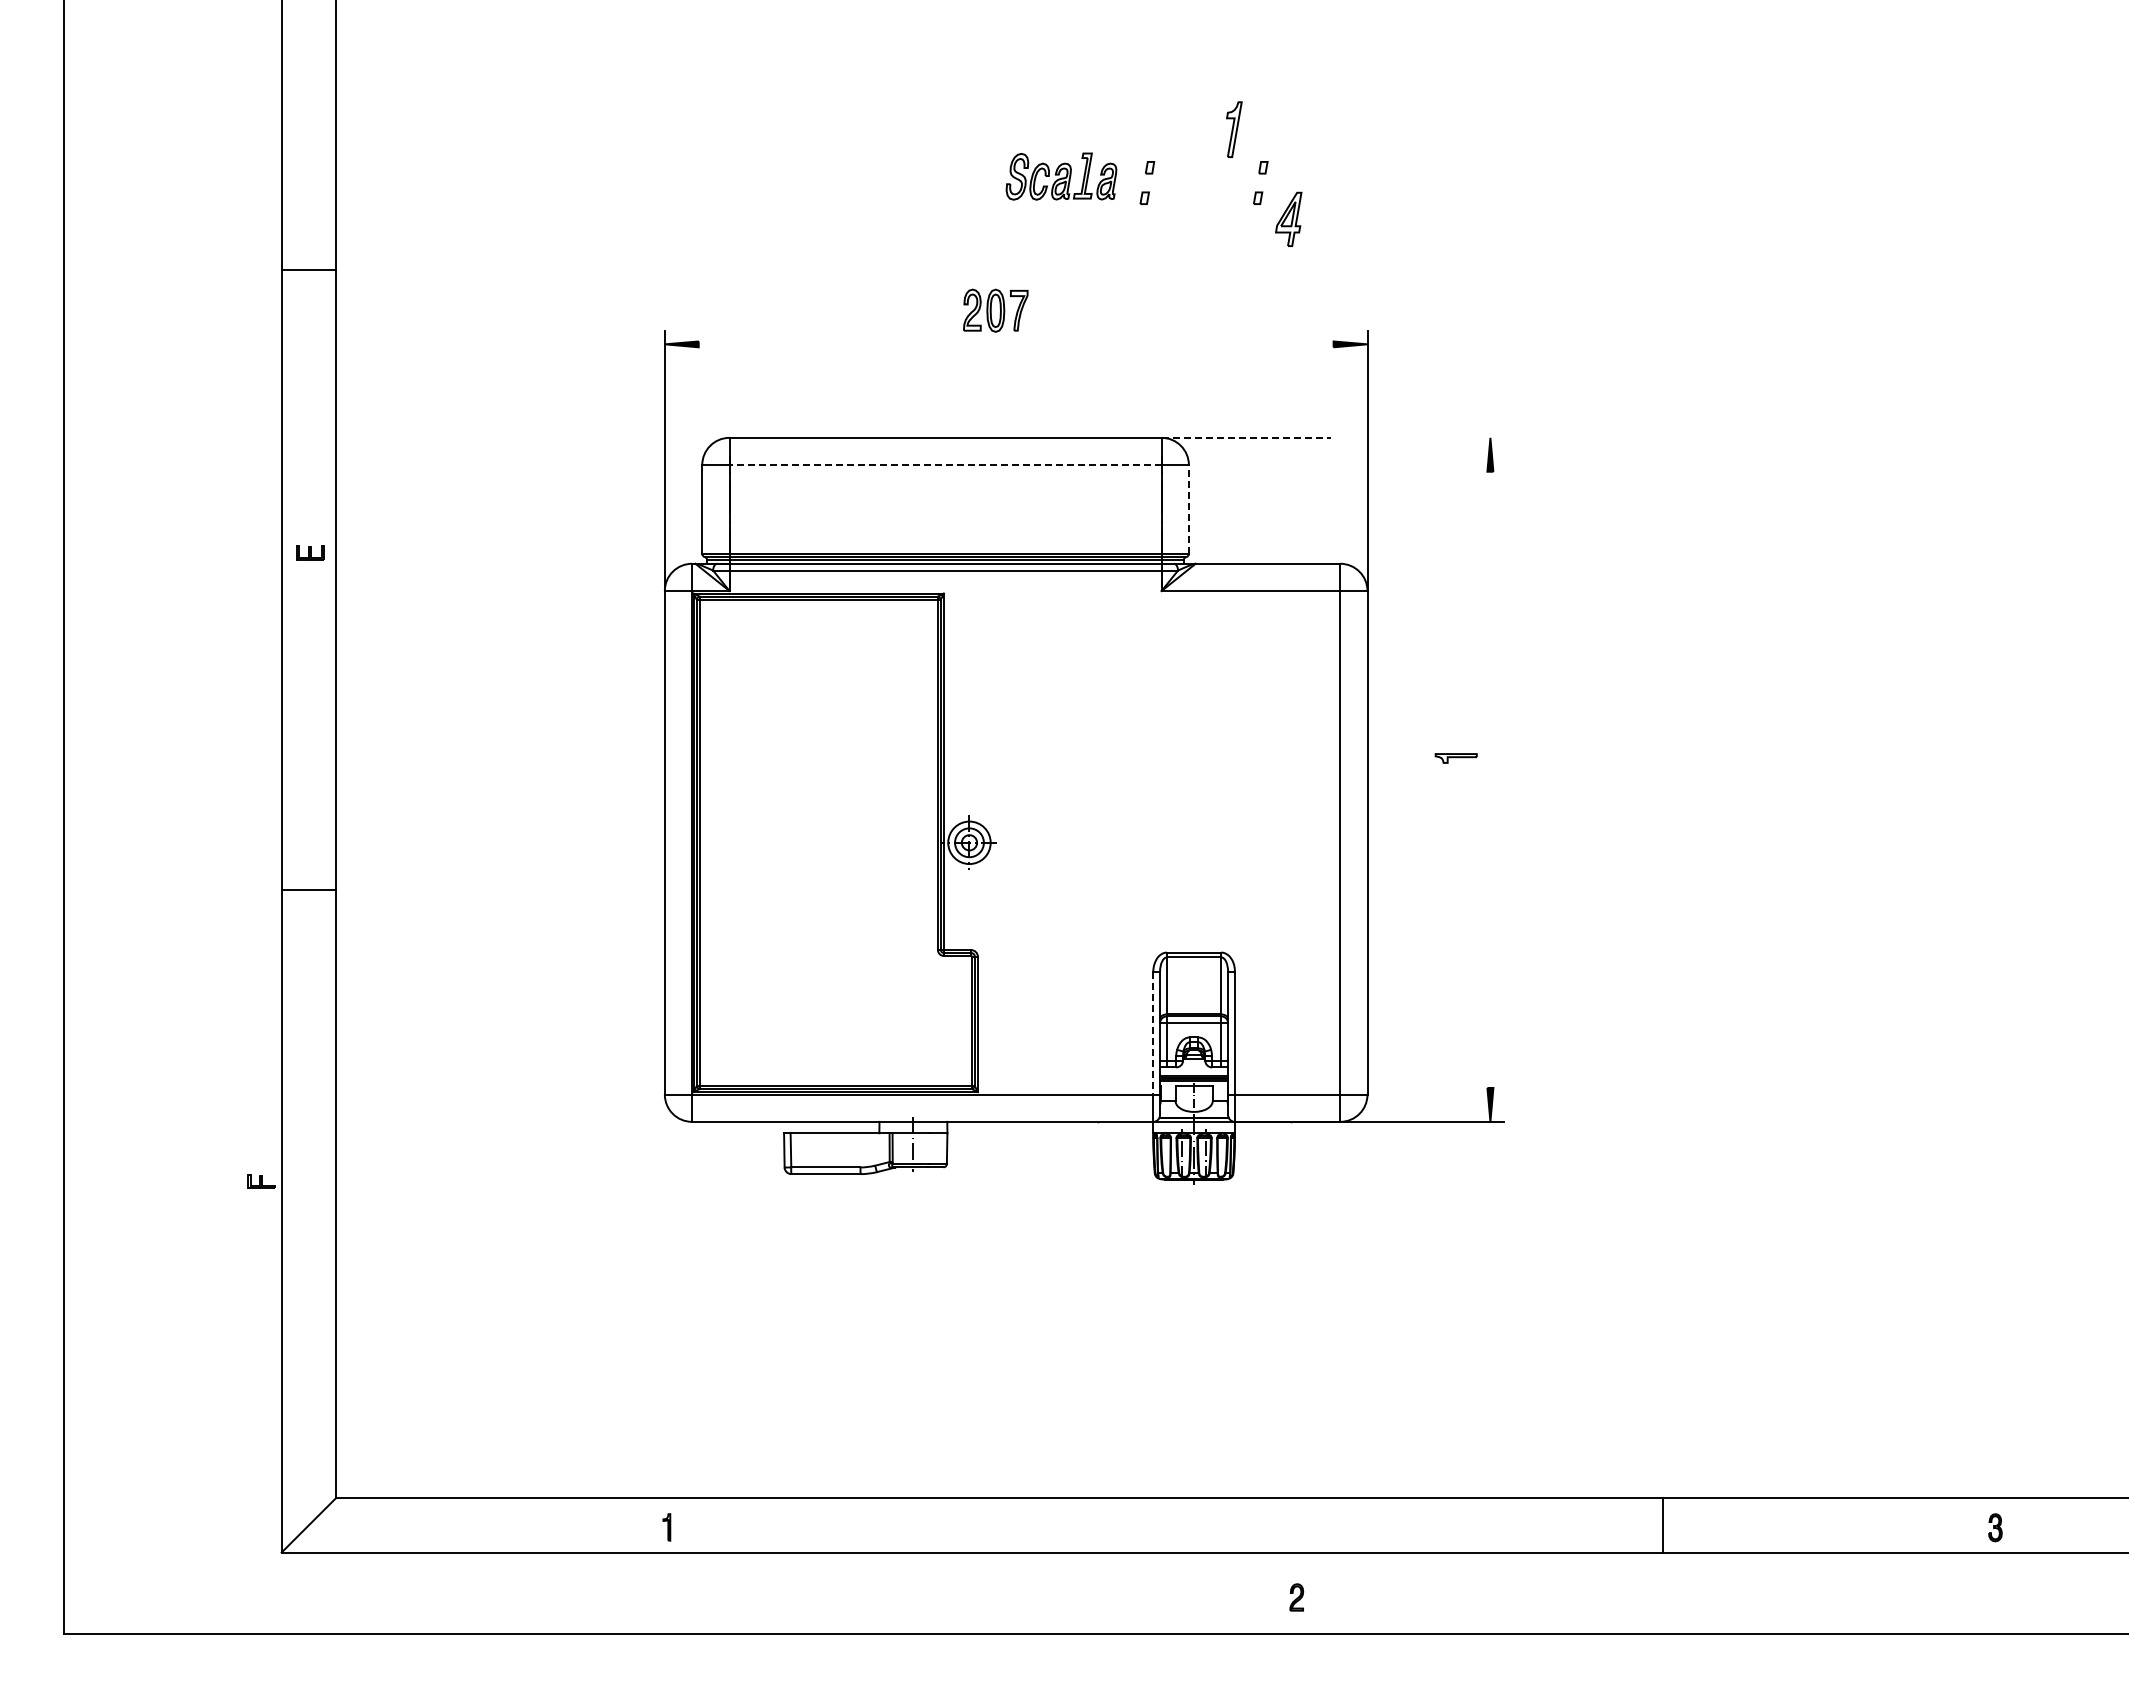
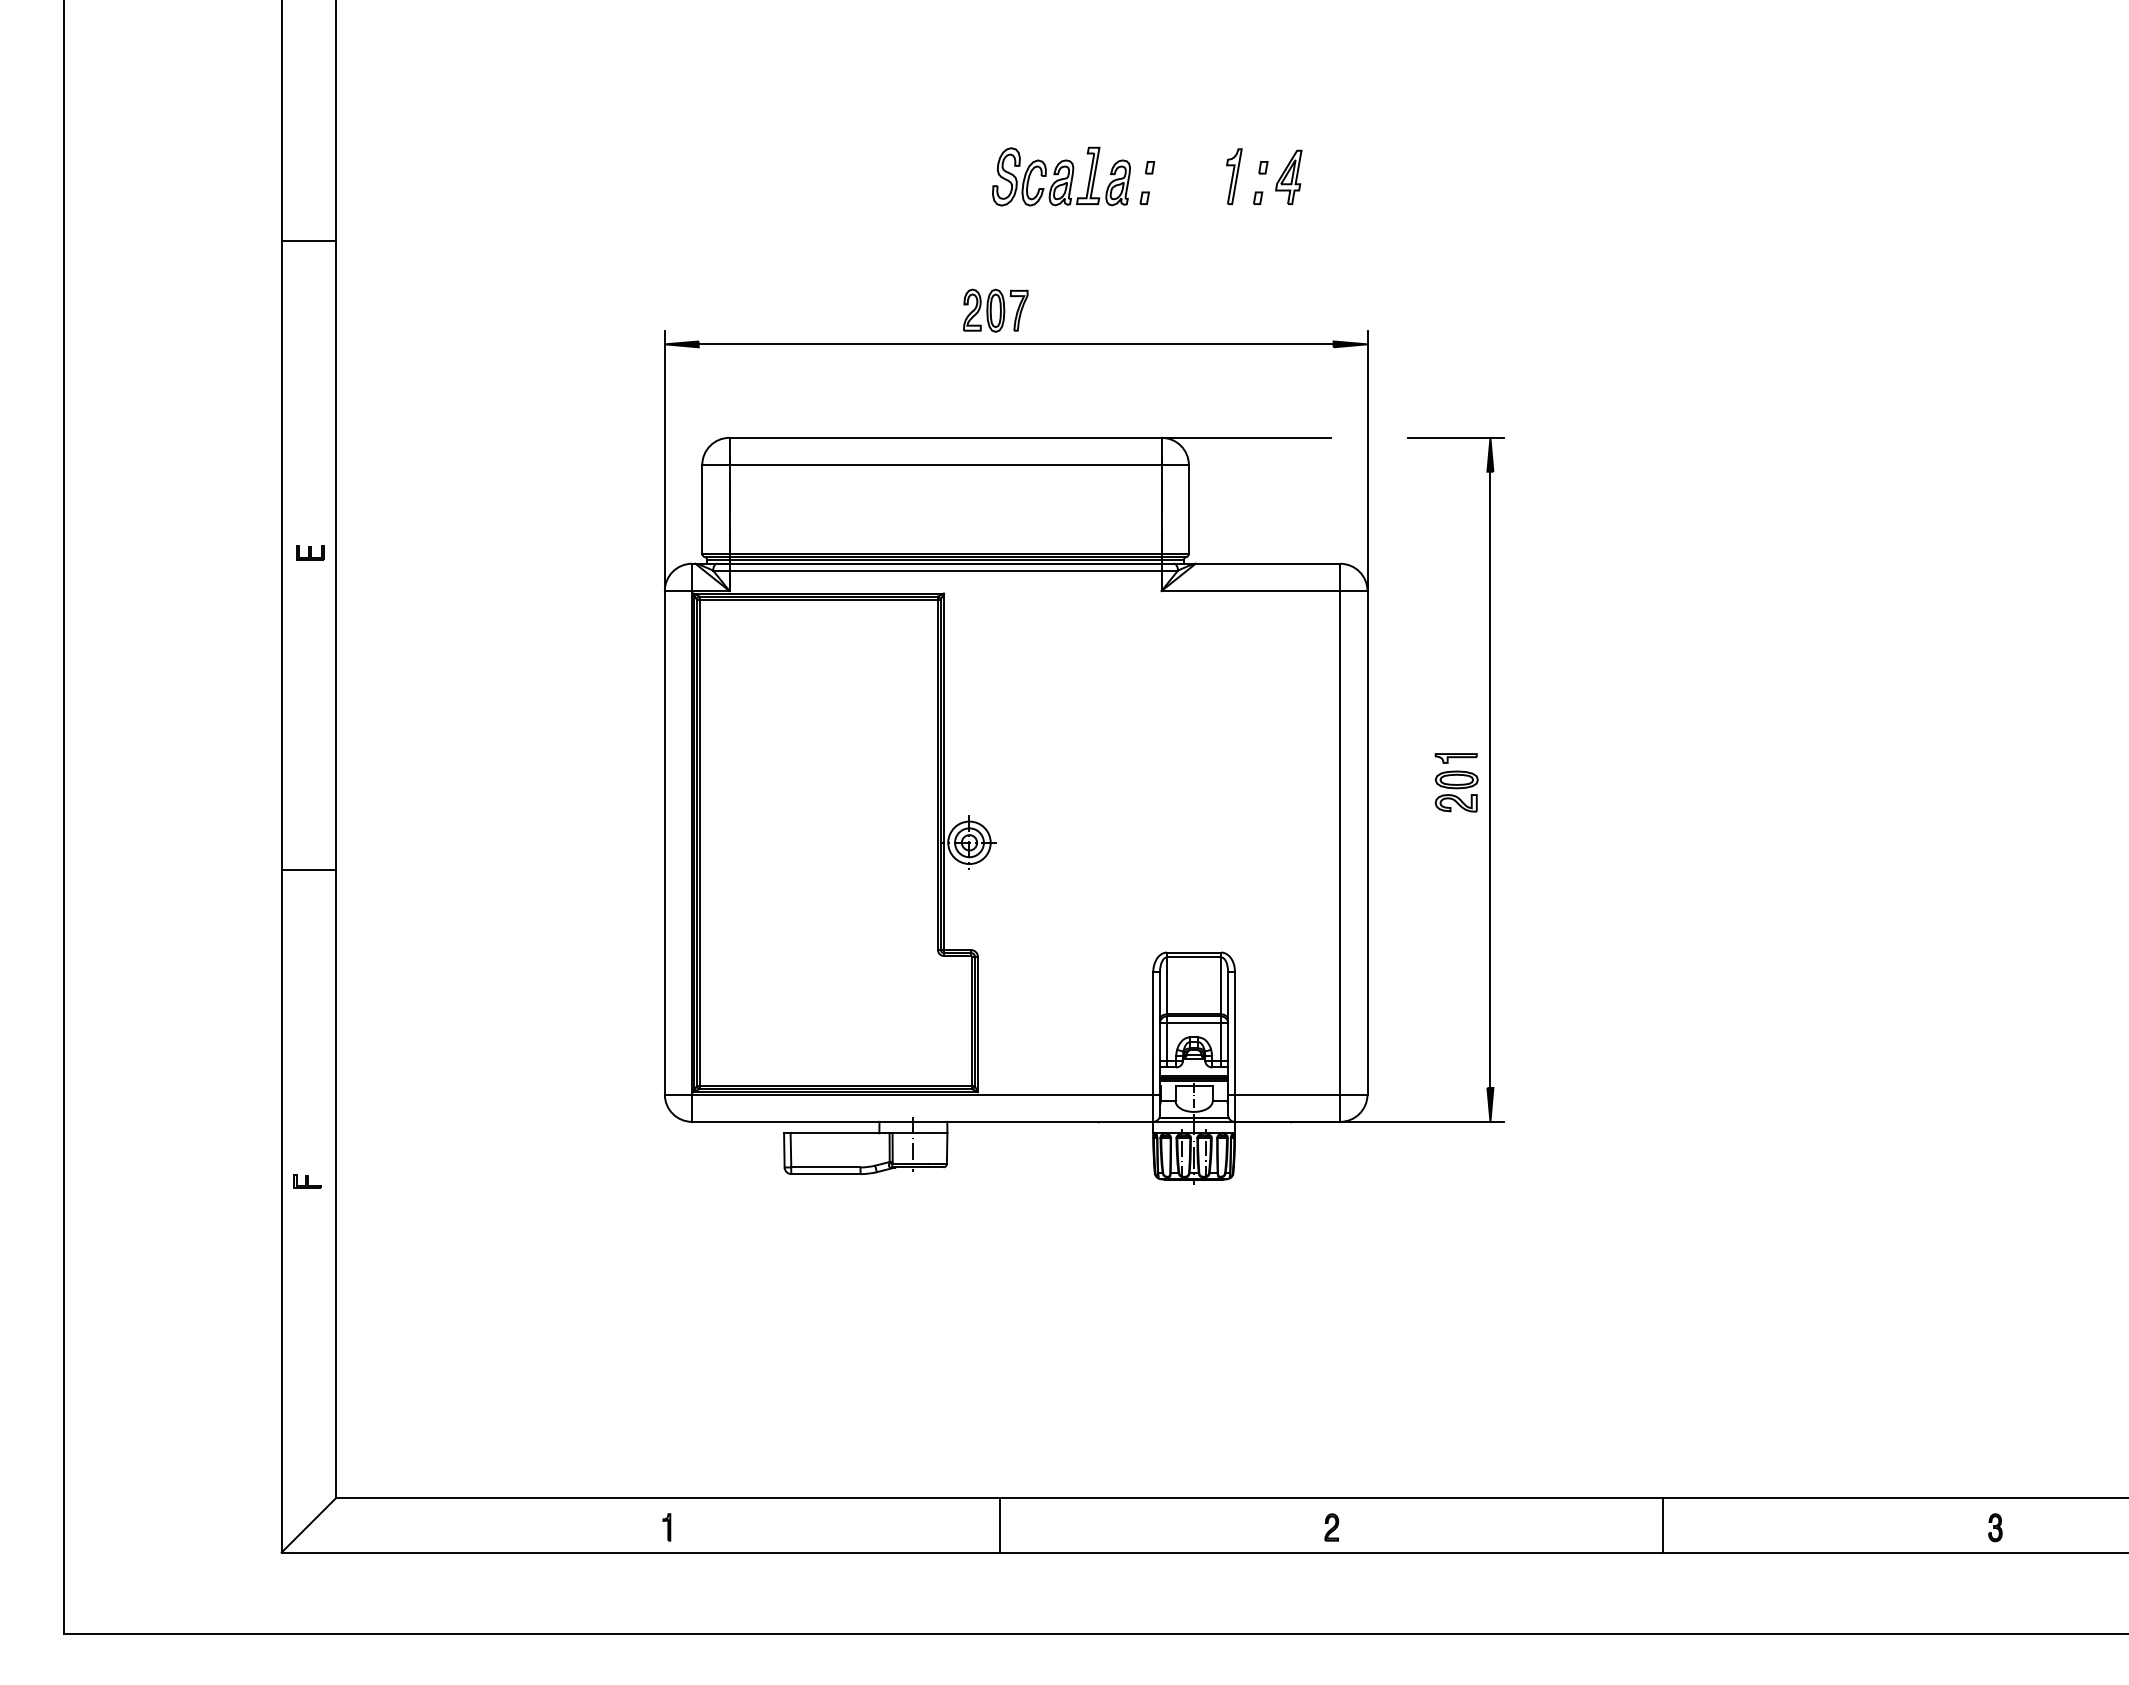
part at (1234, 129) position: (1234, 129) -> (1234, 176)
part at (1061, 176) size: 113x49 px -> 139x61 px
part at (1288, 218) position: (1288, 218) -> (1288, 176)
line at (308, 270) position: (308, 270) -> (308, 241)
line at (1015, 344): none -> present
line at (1246, 437): dashed -> solid
line at (1455, 437): none -> present
line at (945, 465): dashed -> solid
line at (1188, 508): dashed -> solid
line at (1490, 779): none -> present
part at (1456, 791): none -> present
line at (308, 889) position: (308, 889) -> (308, 869)
line at (1153, 1033): dashed -> solid
part at (261, 1181) position: (261, 1181) -> (307, 1181)
line at (999, 1525): none -> present
part at (1296, 1597) position: (1296, 1597) -> (1331, 1527)
